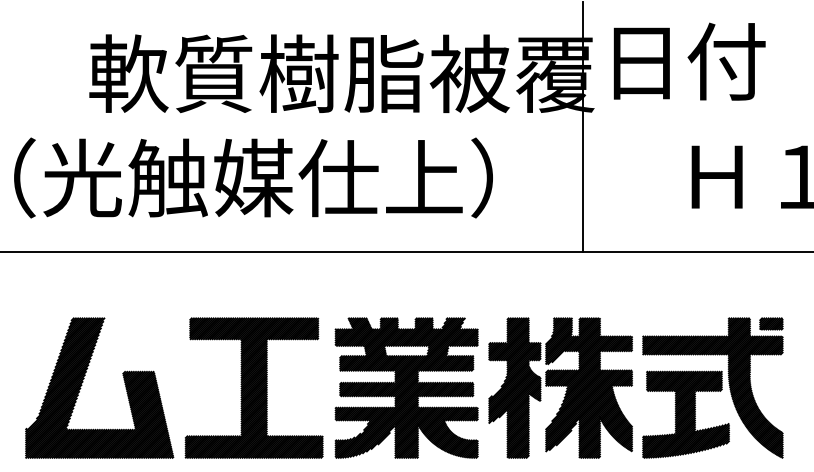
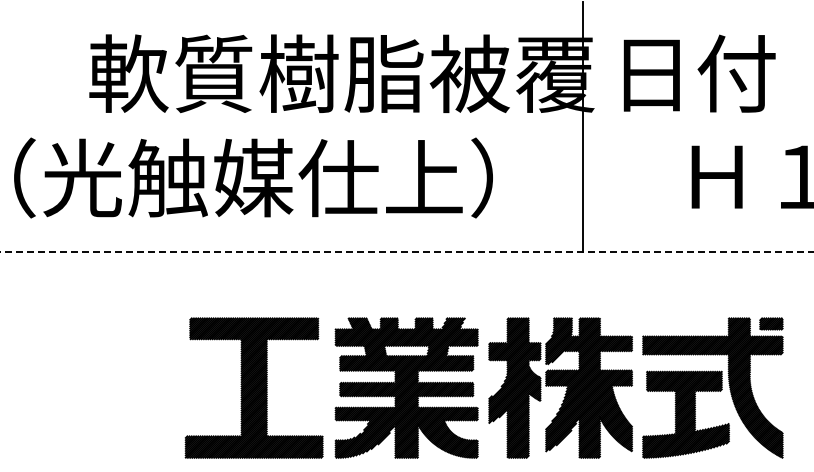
text at (689, 61) position: (689, 61) -> (699, 73)
line at (407, 252): solid -> dashed
part at (83, 382): present -> none
